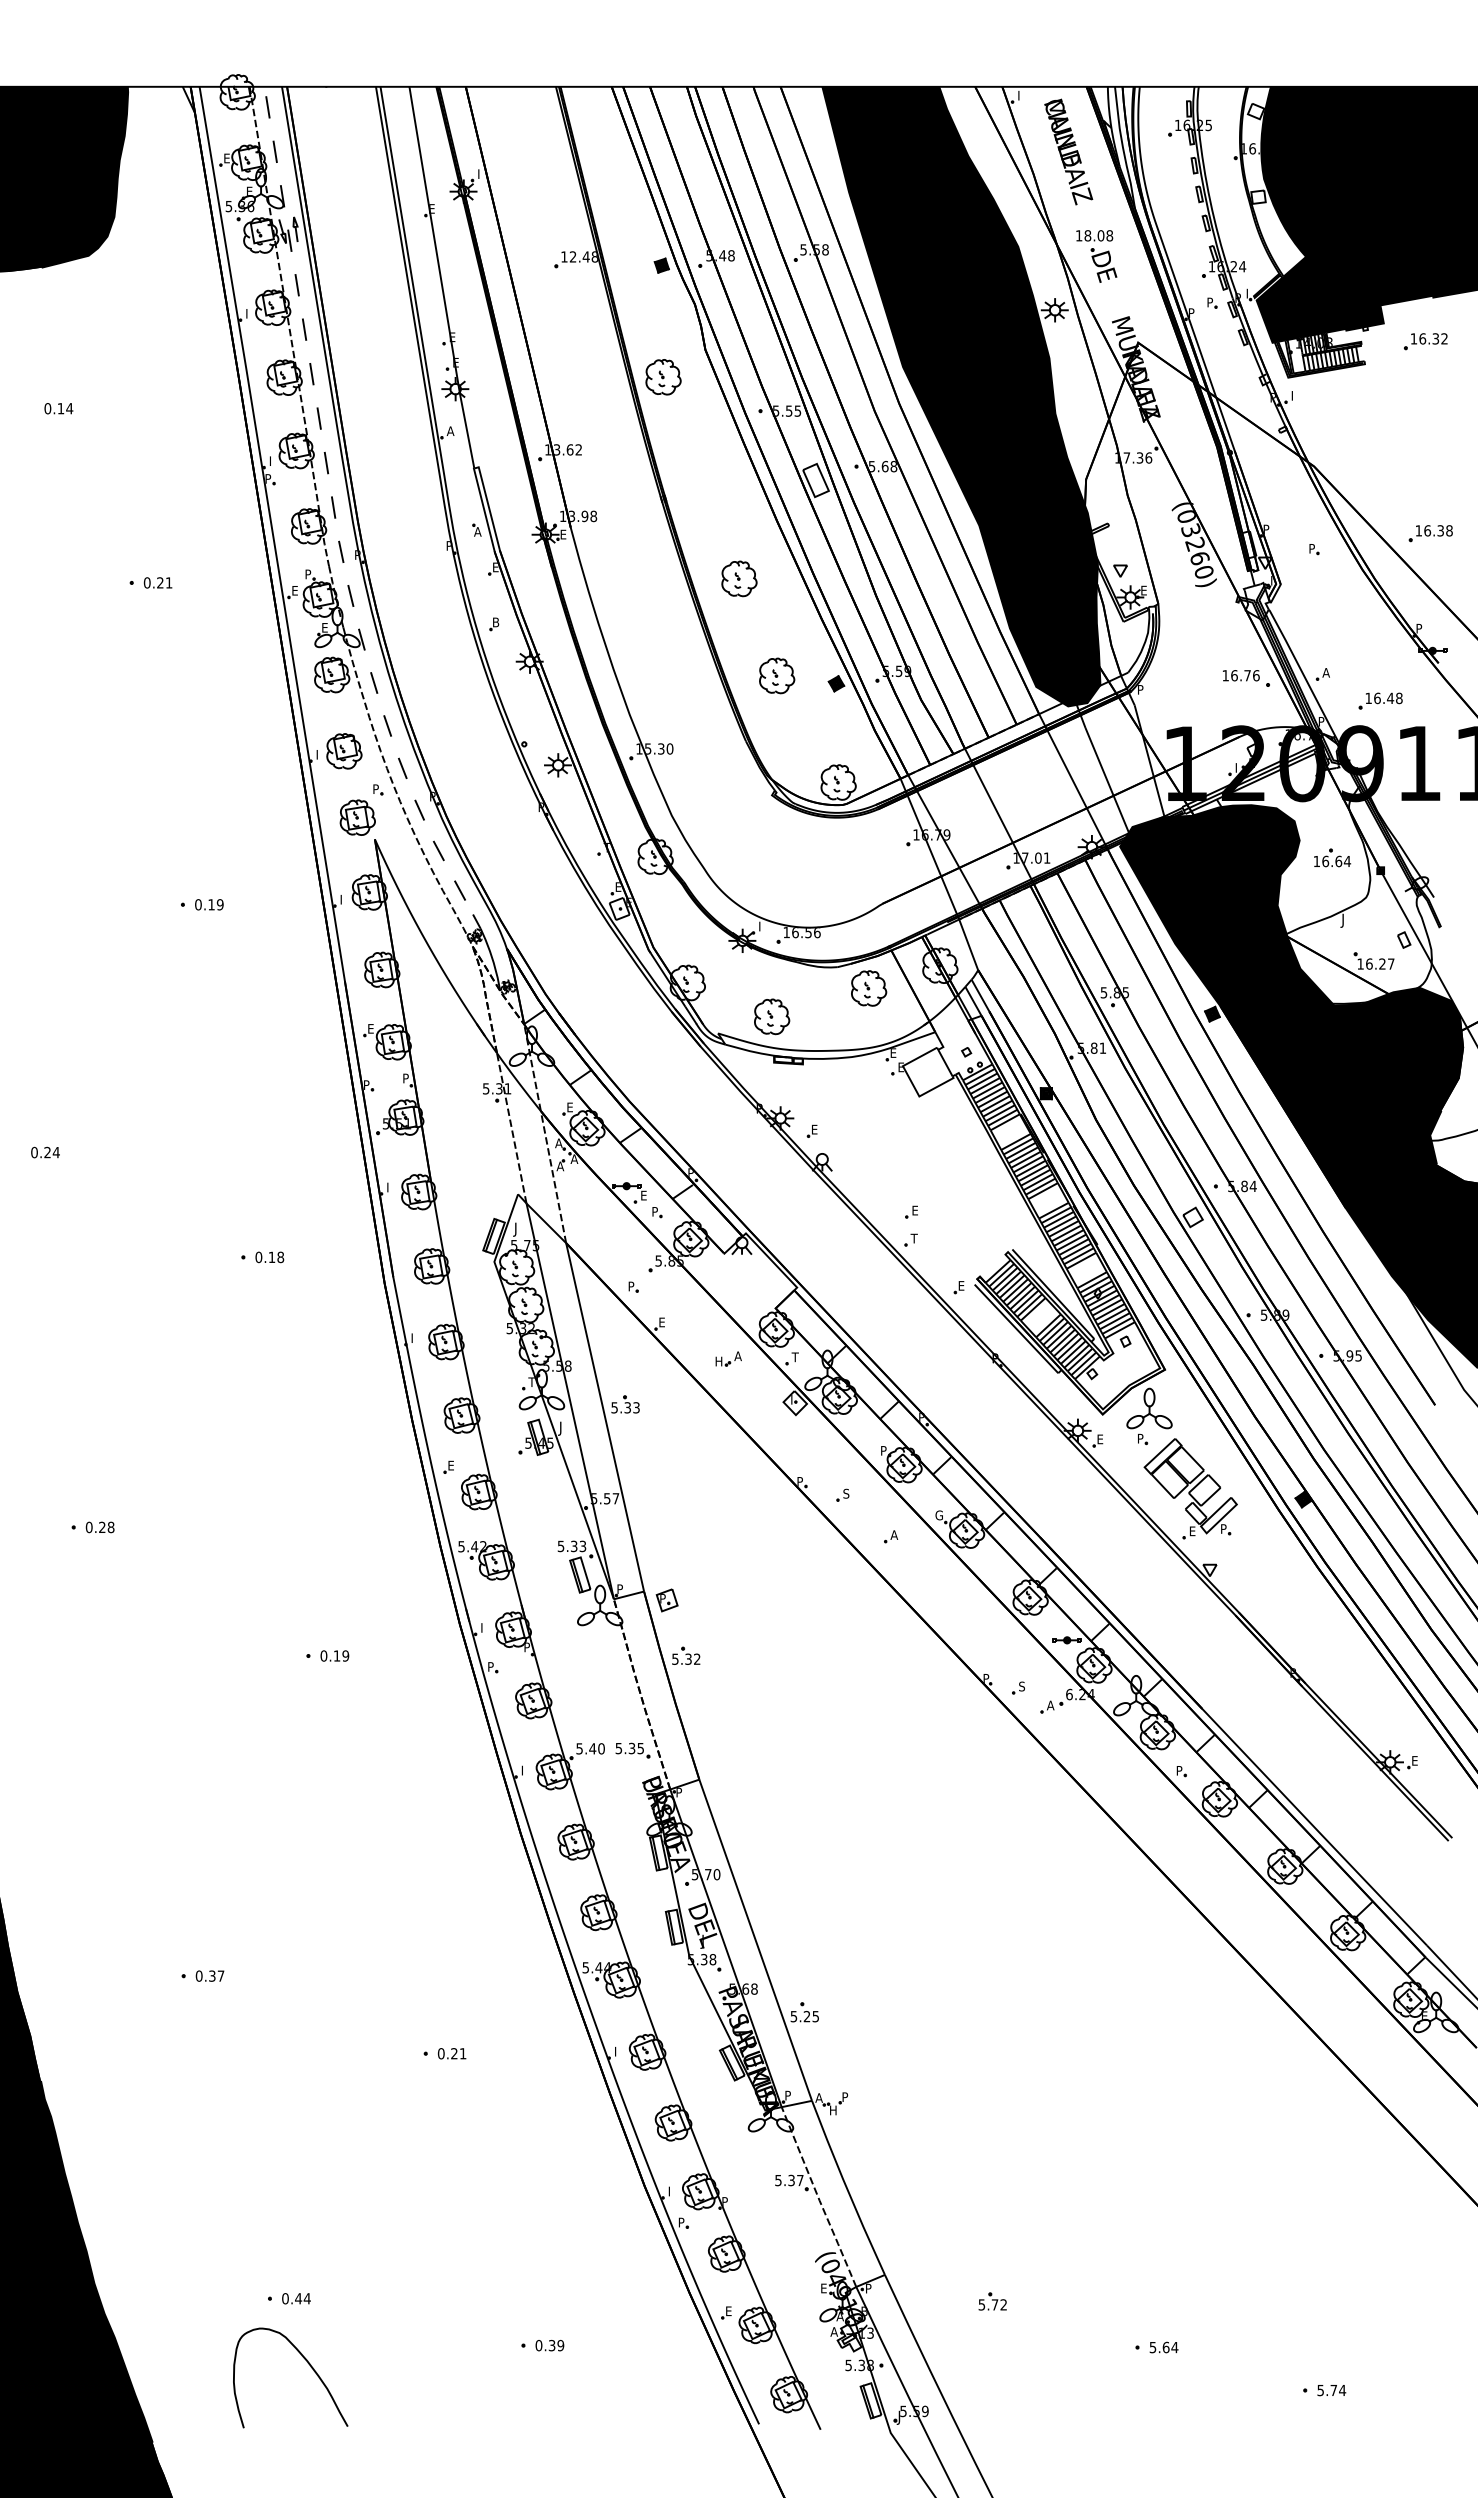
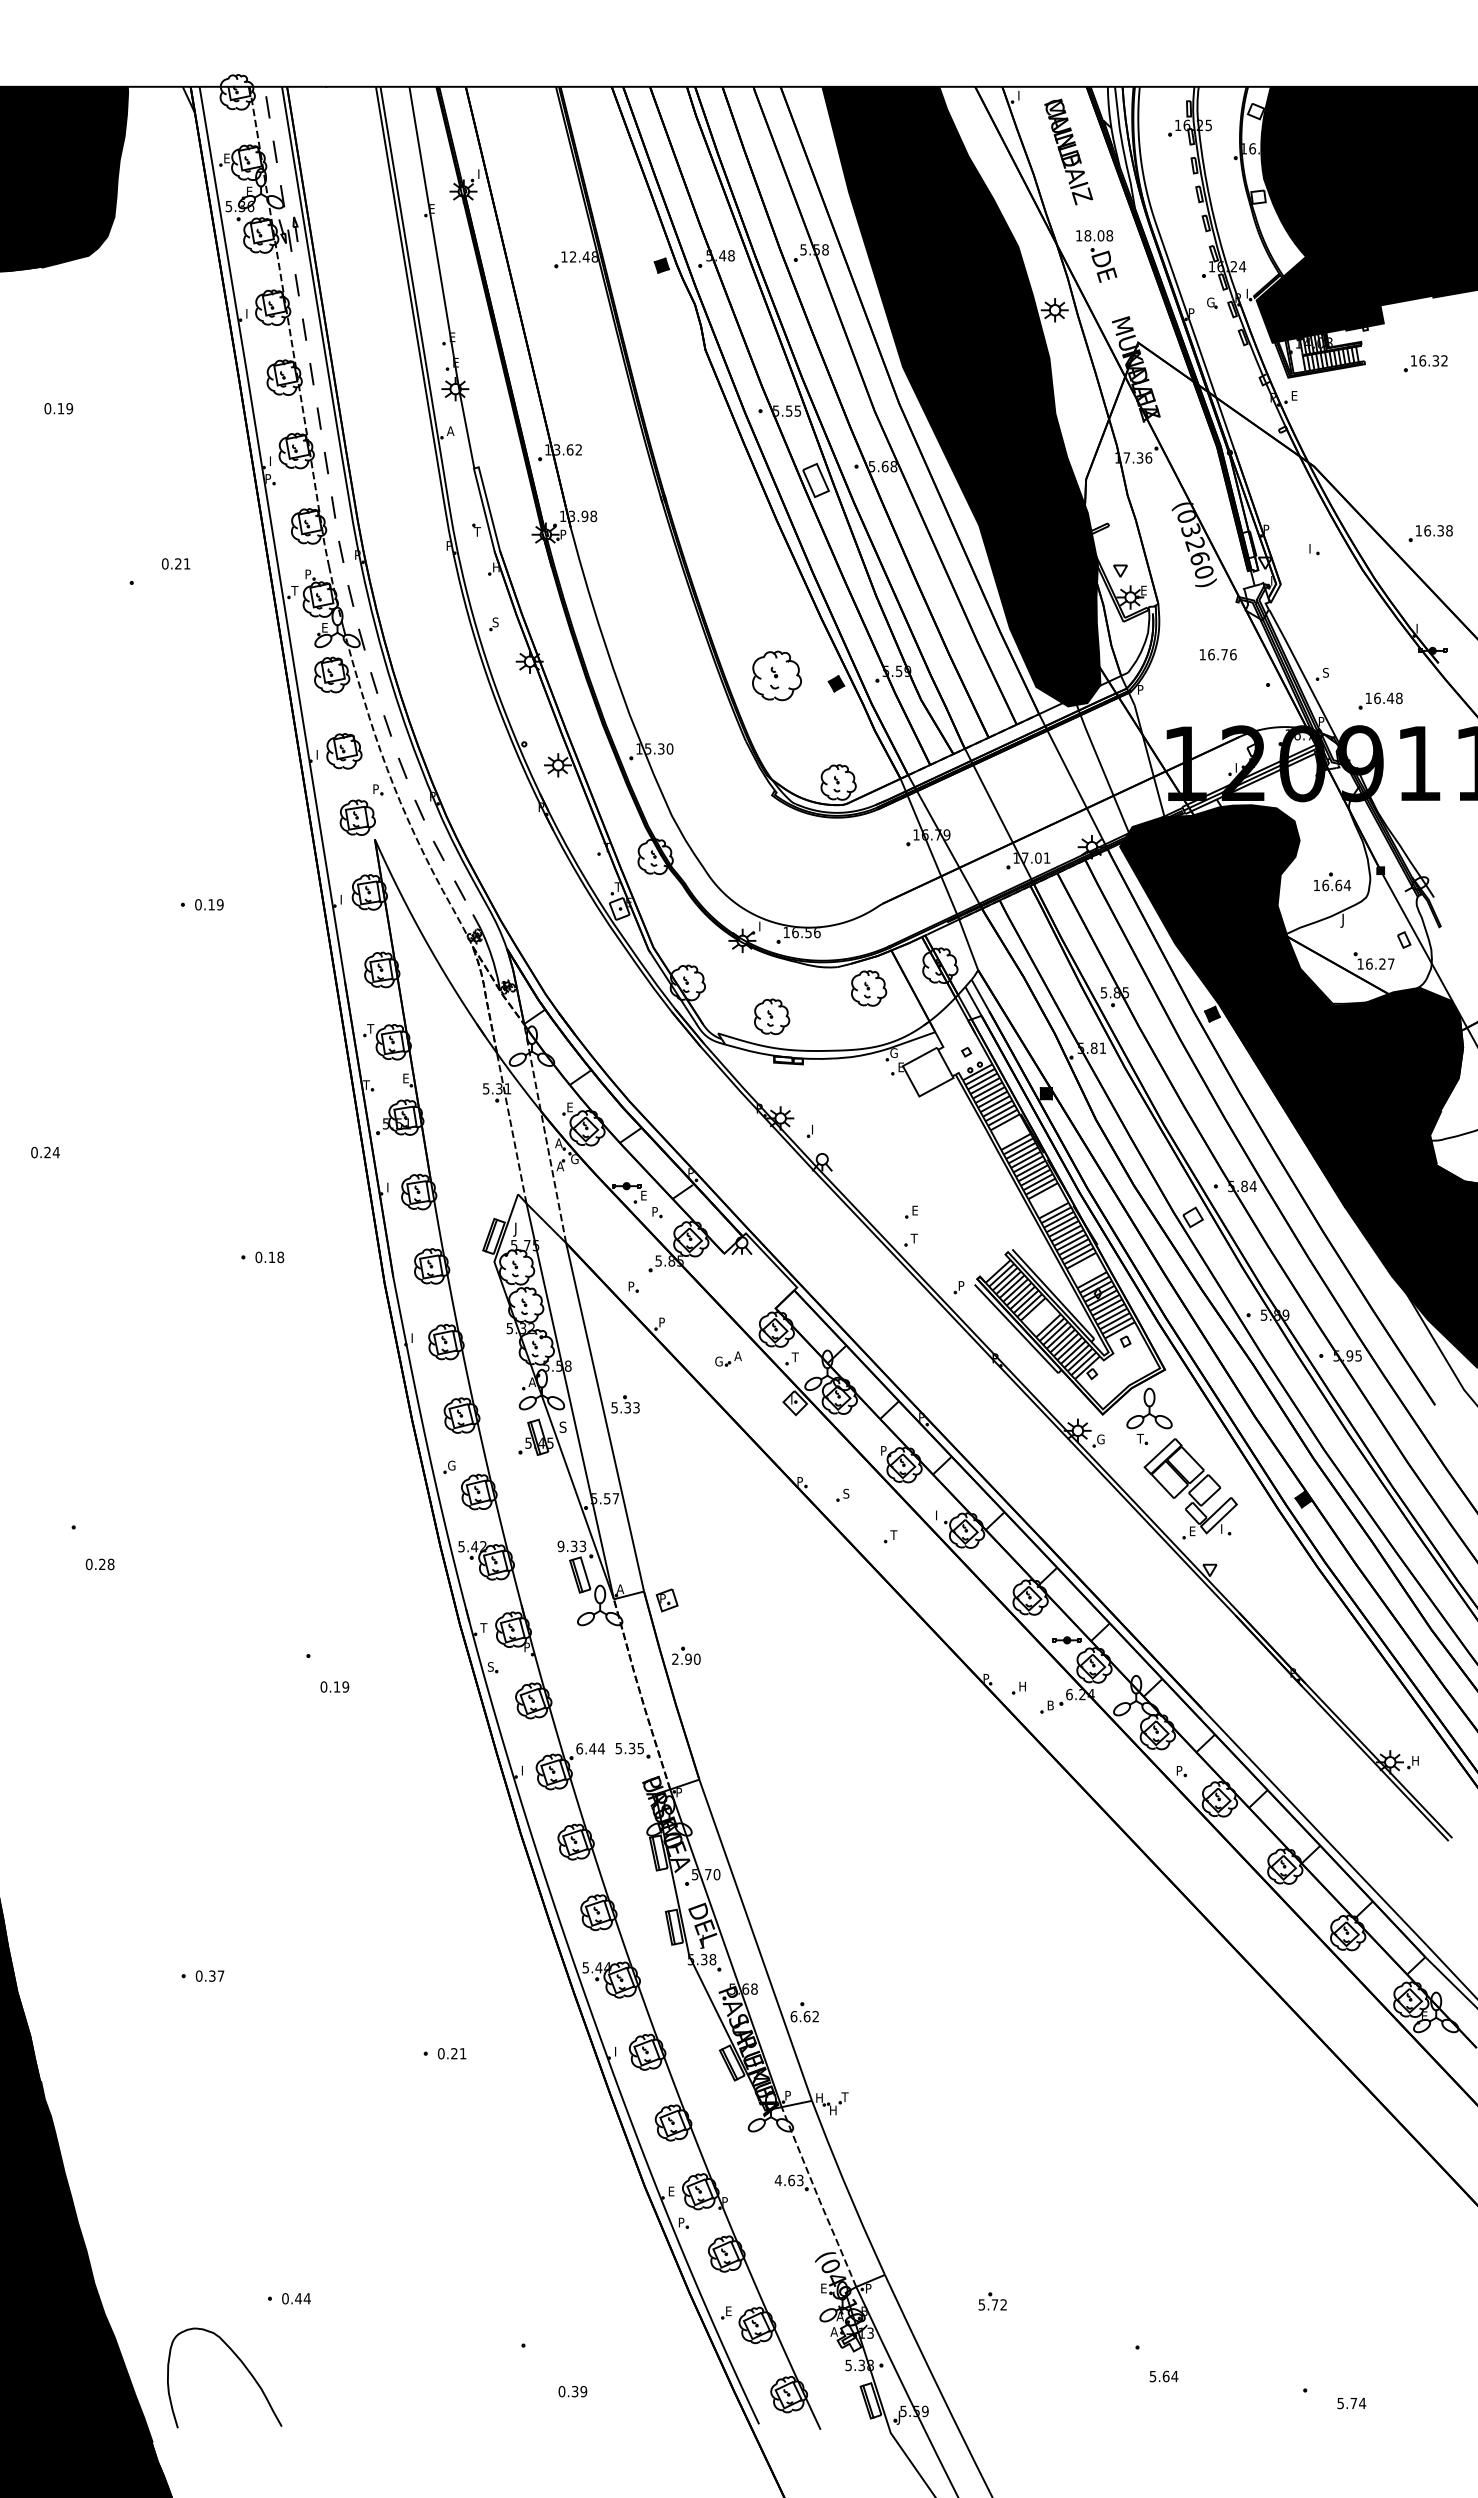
text at (1210, 302): P -> G
part at (1425, 341) position: (1425, 341) -> (1425, 363)
part at (663, 377): present -> none
text at (1295, 395): I -> E
text at (69, 408): 0.14 -> 0.19
text at (477, 531): A -> T
text at (564, 534): E -> P
text at (1312, 546): P -> I
text at (496, 567): E -> H
part at (739, 578): present -> none
text at (157, 582) position: (157, 582) -> (175, 563)
text at (294, 590): E -> T
text at (495, 622): B -> S
text at (1419, 626): P -> I
text at (1325, 672): A -> S
part at (777, 675) size: 37x38 px -> 50x52 px
text at (1241, 675) position: (1241, 675) -> (1218, 654)
part at (1332, 857) position: (1332, 857) -> (1332, 881)
text at (617, 886): E -> T
text at (370, 1028): E -> T
text at (893, 1053): E -> G
text at (406, 1078): P -> E
text at (365, 1084): P -> T
text at (815, 1129): E -> I
text at (574, 1159): A -> G
text at (962, 1285): E -> P
text at (662, 1322): E -> P
text at (718, 1361): H -> G
text at (532, 1381): T -> A
text at (562, 1428): J -> S
text at (1139, 1438): P -> T
text at (1100, 1439): E -> G
text at (451, 1465): E -> G
text at (938, 1515): G -> I
text at (1224, 1526): P -> I
text at (99, 1527) position: (99, 1527) -> (99, 1564)
text at (894, 1534): A -> T
text at (560, 1545): 5.33 -> 9.33
text at (620, 1588): P -> A
text at (483, 1627): I -> T
text at (334, 1655) position: (334, 1655) -> (334, 1686)
text at (686, 1658): 5.32 -> 2.90
text at (490, 1666): P -> S
text at (1022, 1686): S -> H
text at (1050, 1705): A -> B
text at (590, 1748): 5.40 -> 6.44
text at (1415, 1760): E -> H
text at (804, 2016): 5.25 -> 6.62
text at (844, 2096): P -> T
text at (818, 2097): A -> H
text at (788, 2180): 5.37 -> 4.63
text at (672, 2191): I -> E
text at (549, 2345) position: (549, 2345) -> (572, 2391)
text at (1163, 2347) position: (1163, 2347) -> (1163, 2376)
curve at (307, 2363) position: (307, 2363) -> (241, 2363)
text at (1331, 2390) position: (1331, 2390) -> (1351, 2403)
